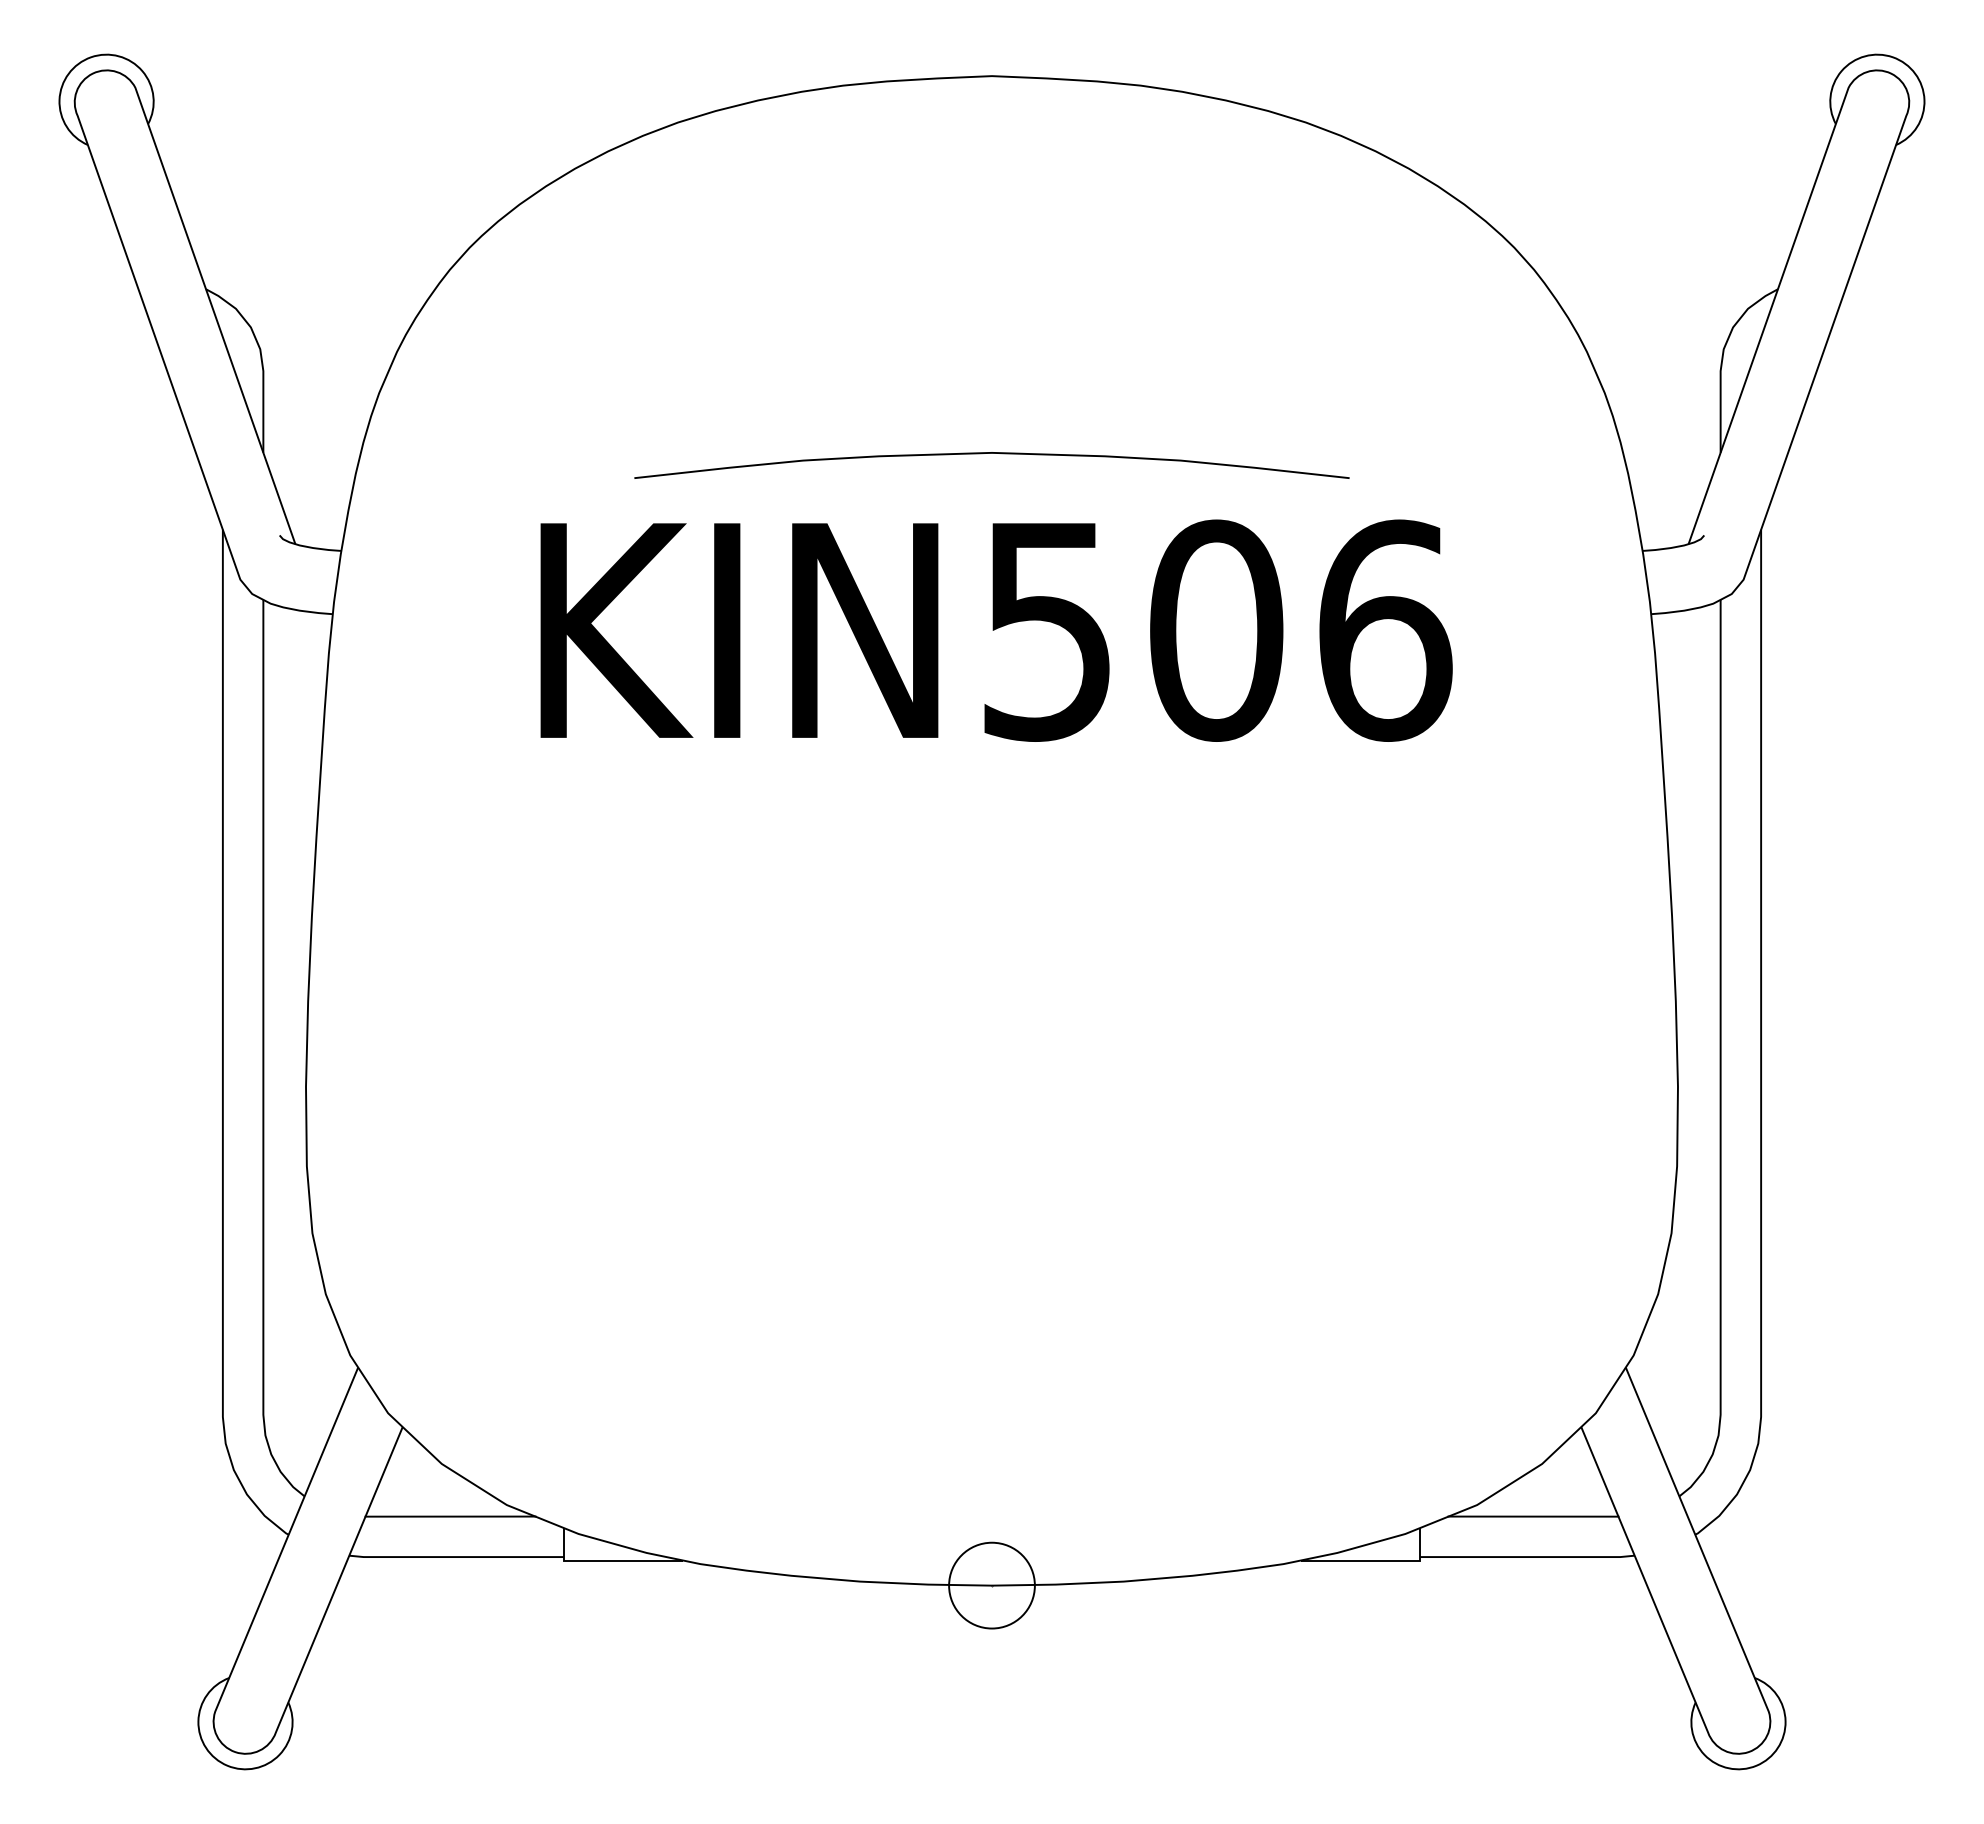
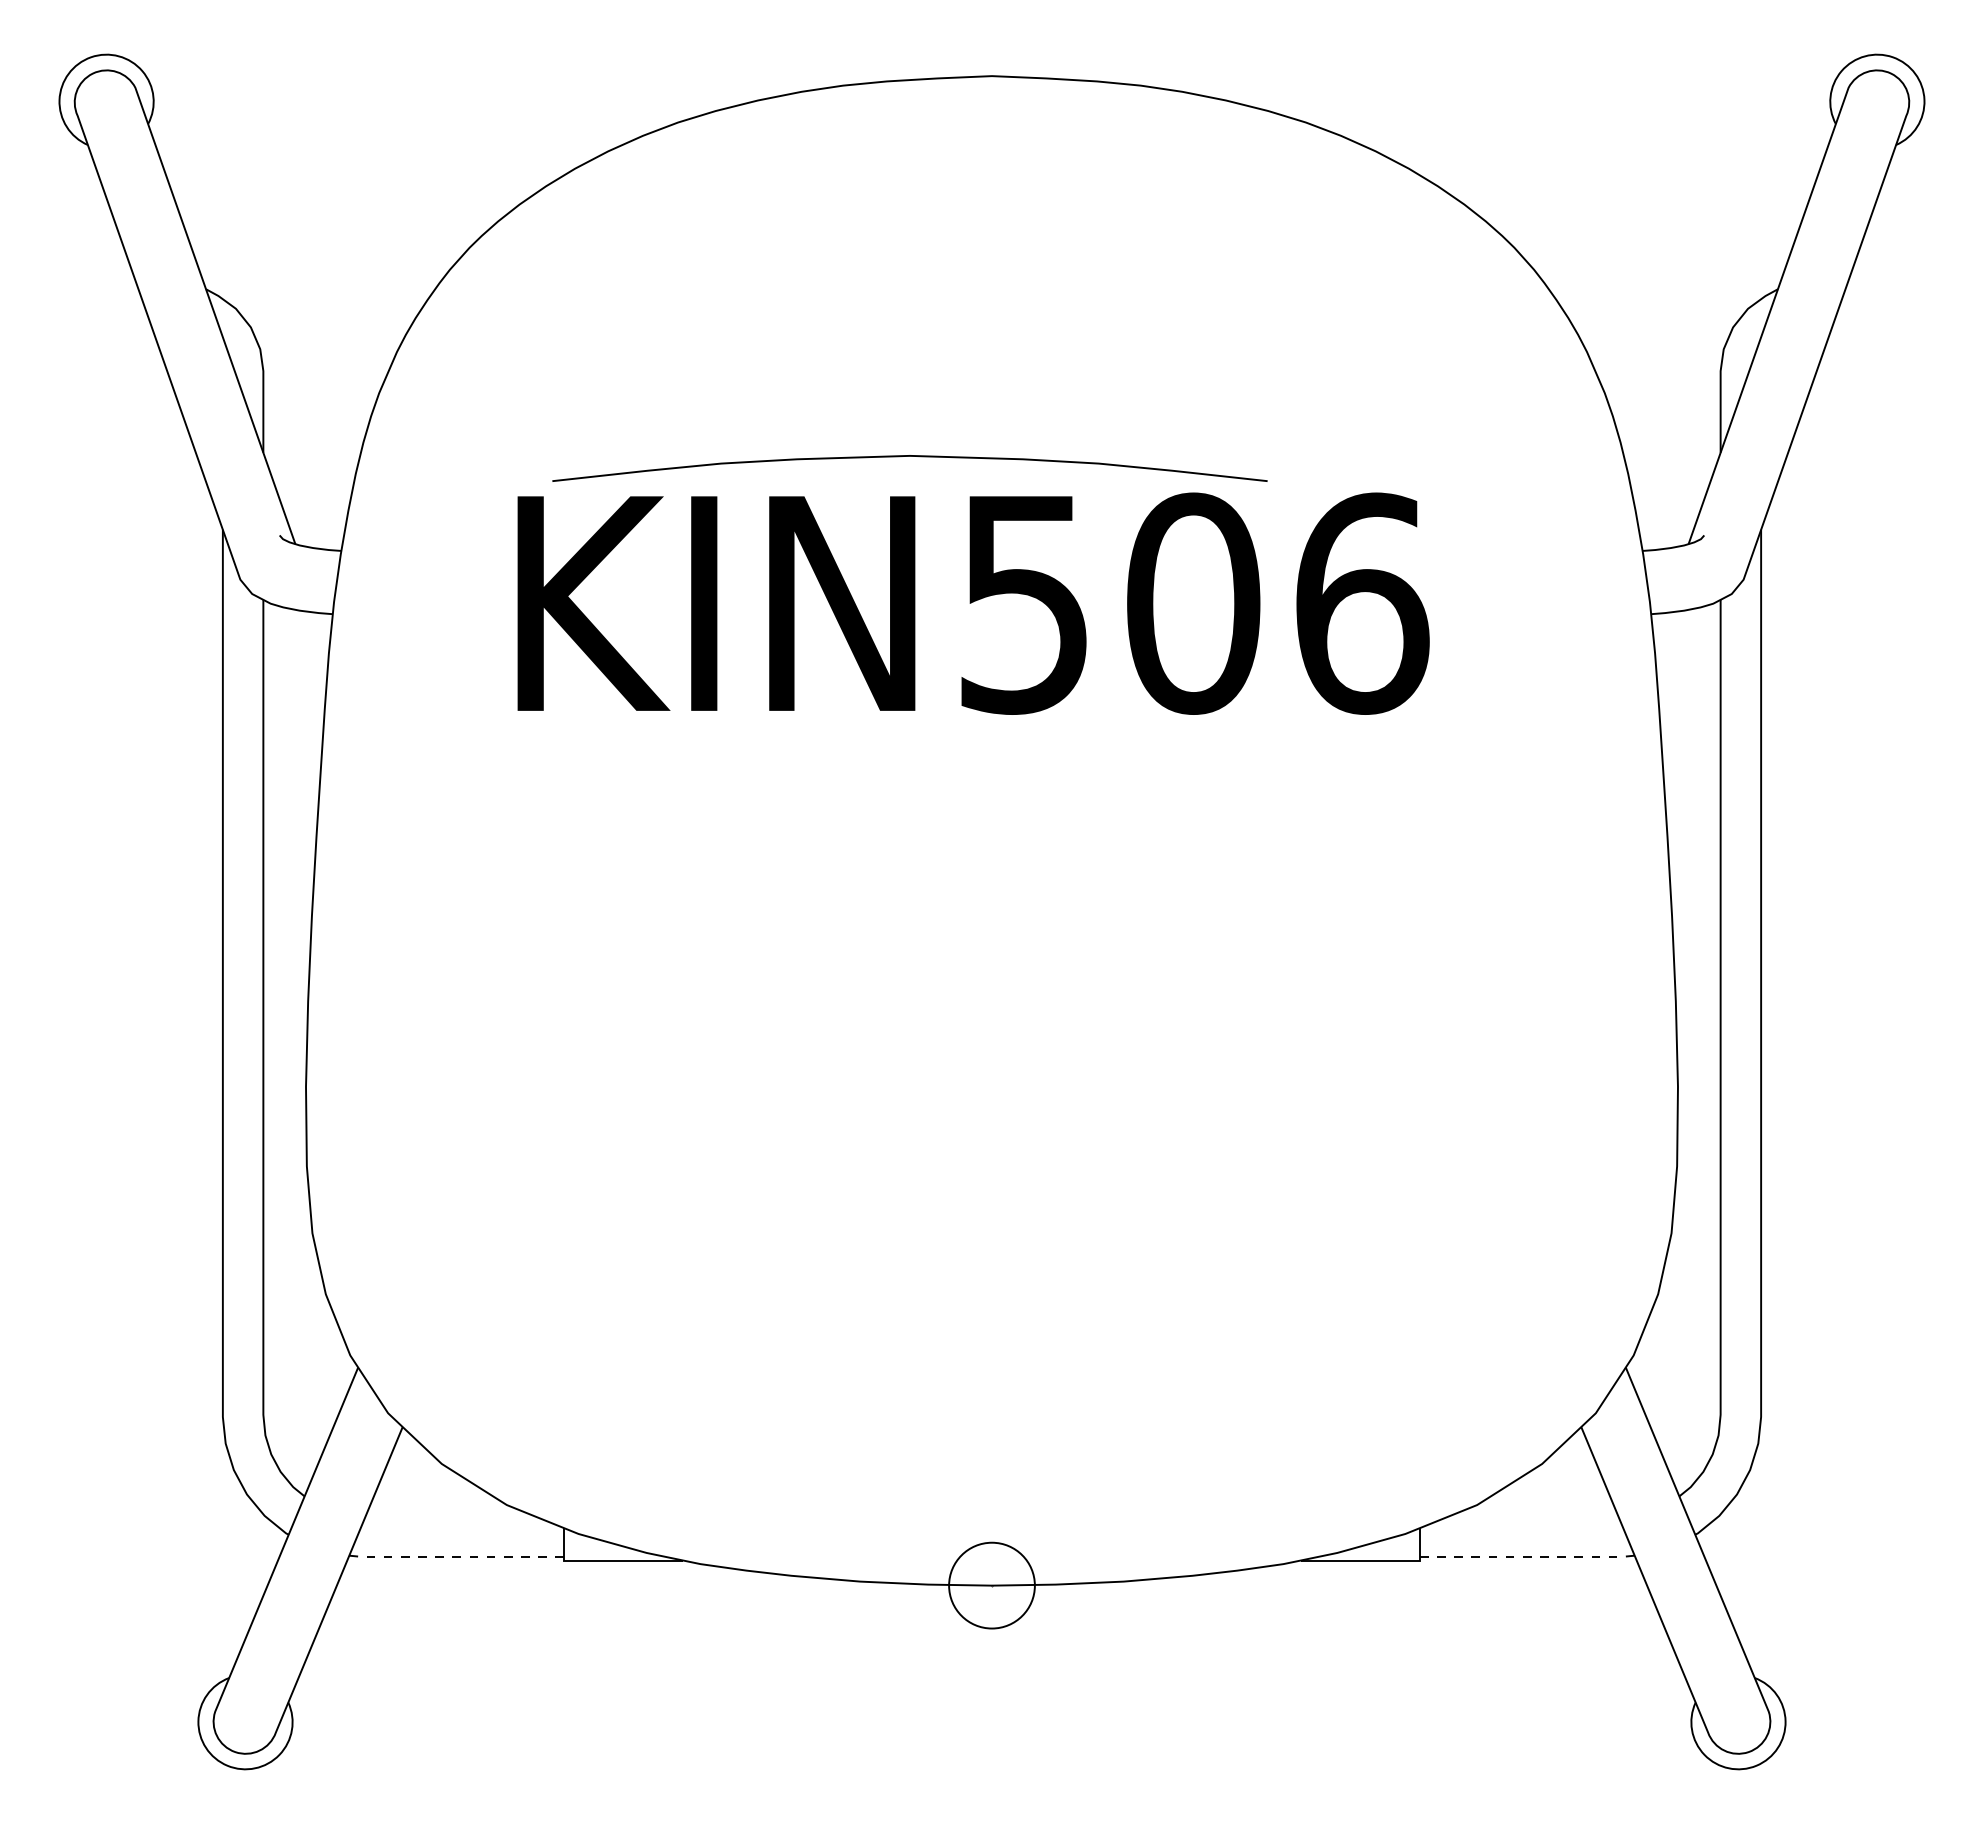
curve at (991, 453) position: (991, 453) -> (909, 456)
text at (996, 630) position: (996, 630) -> (973, 603)
line at (450, 1516): present -> none
line at (1533, 1516): present -> none
line at (455, 1557): solid -> dashed
line at (1528, 1557): solid -> dashed
